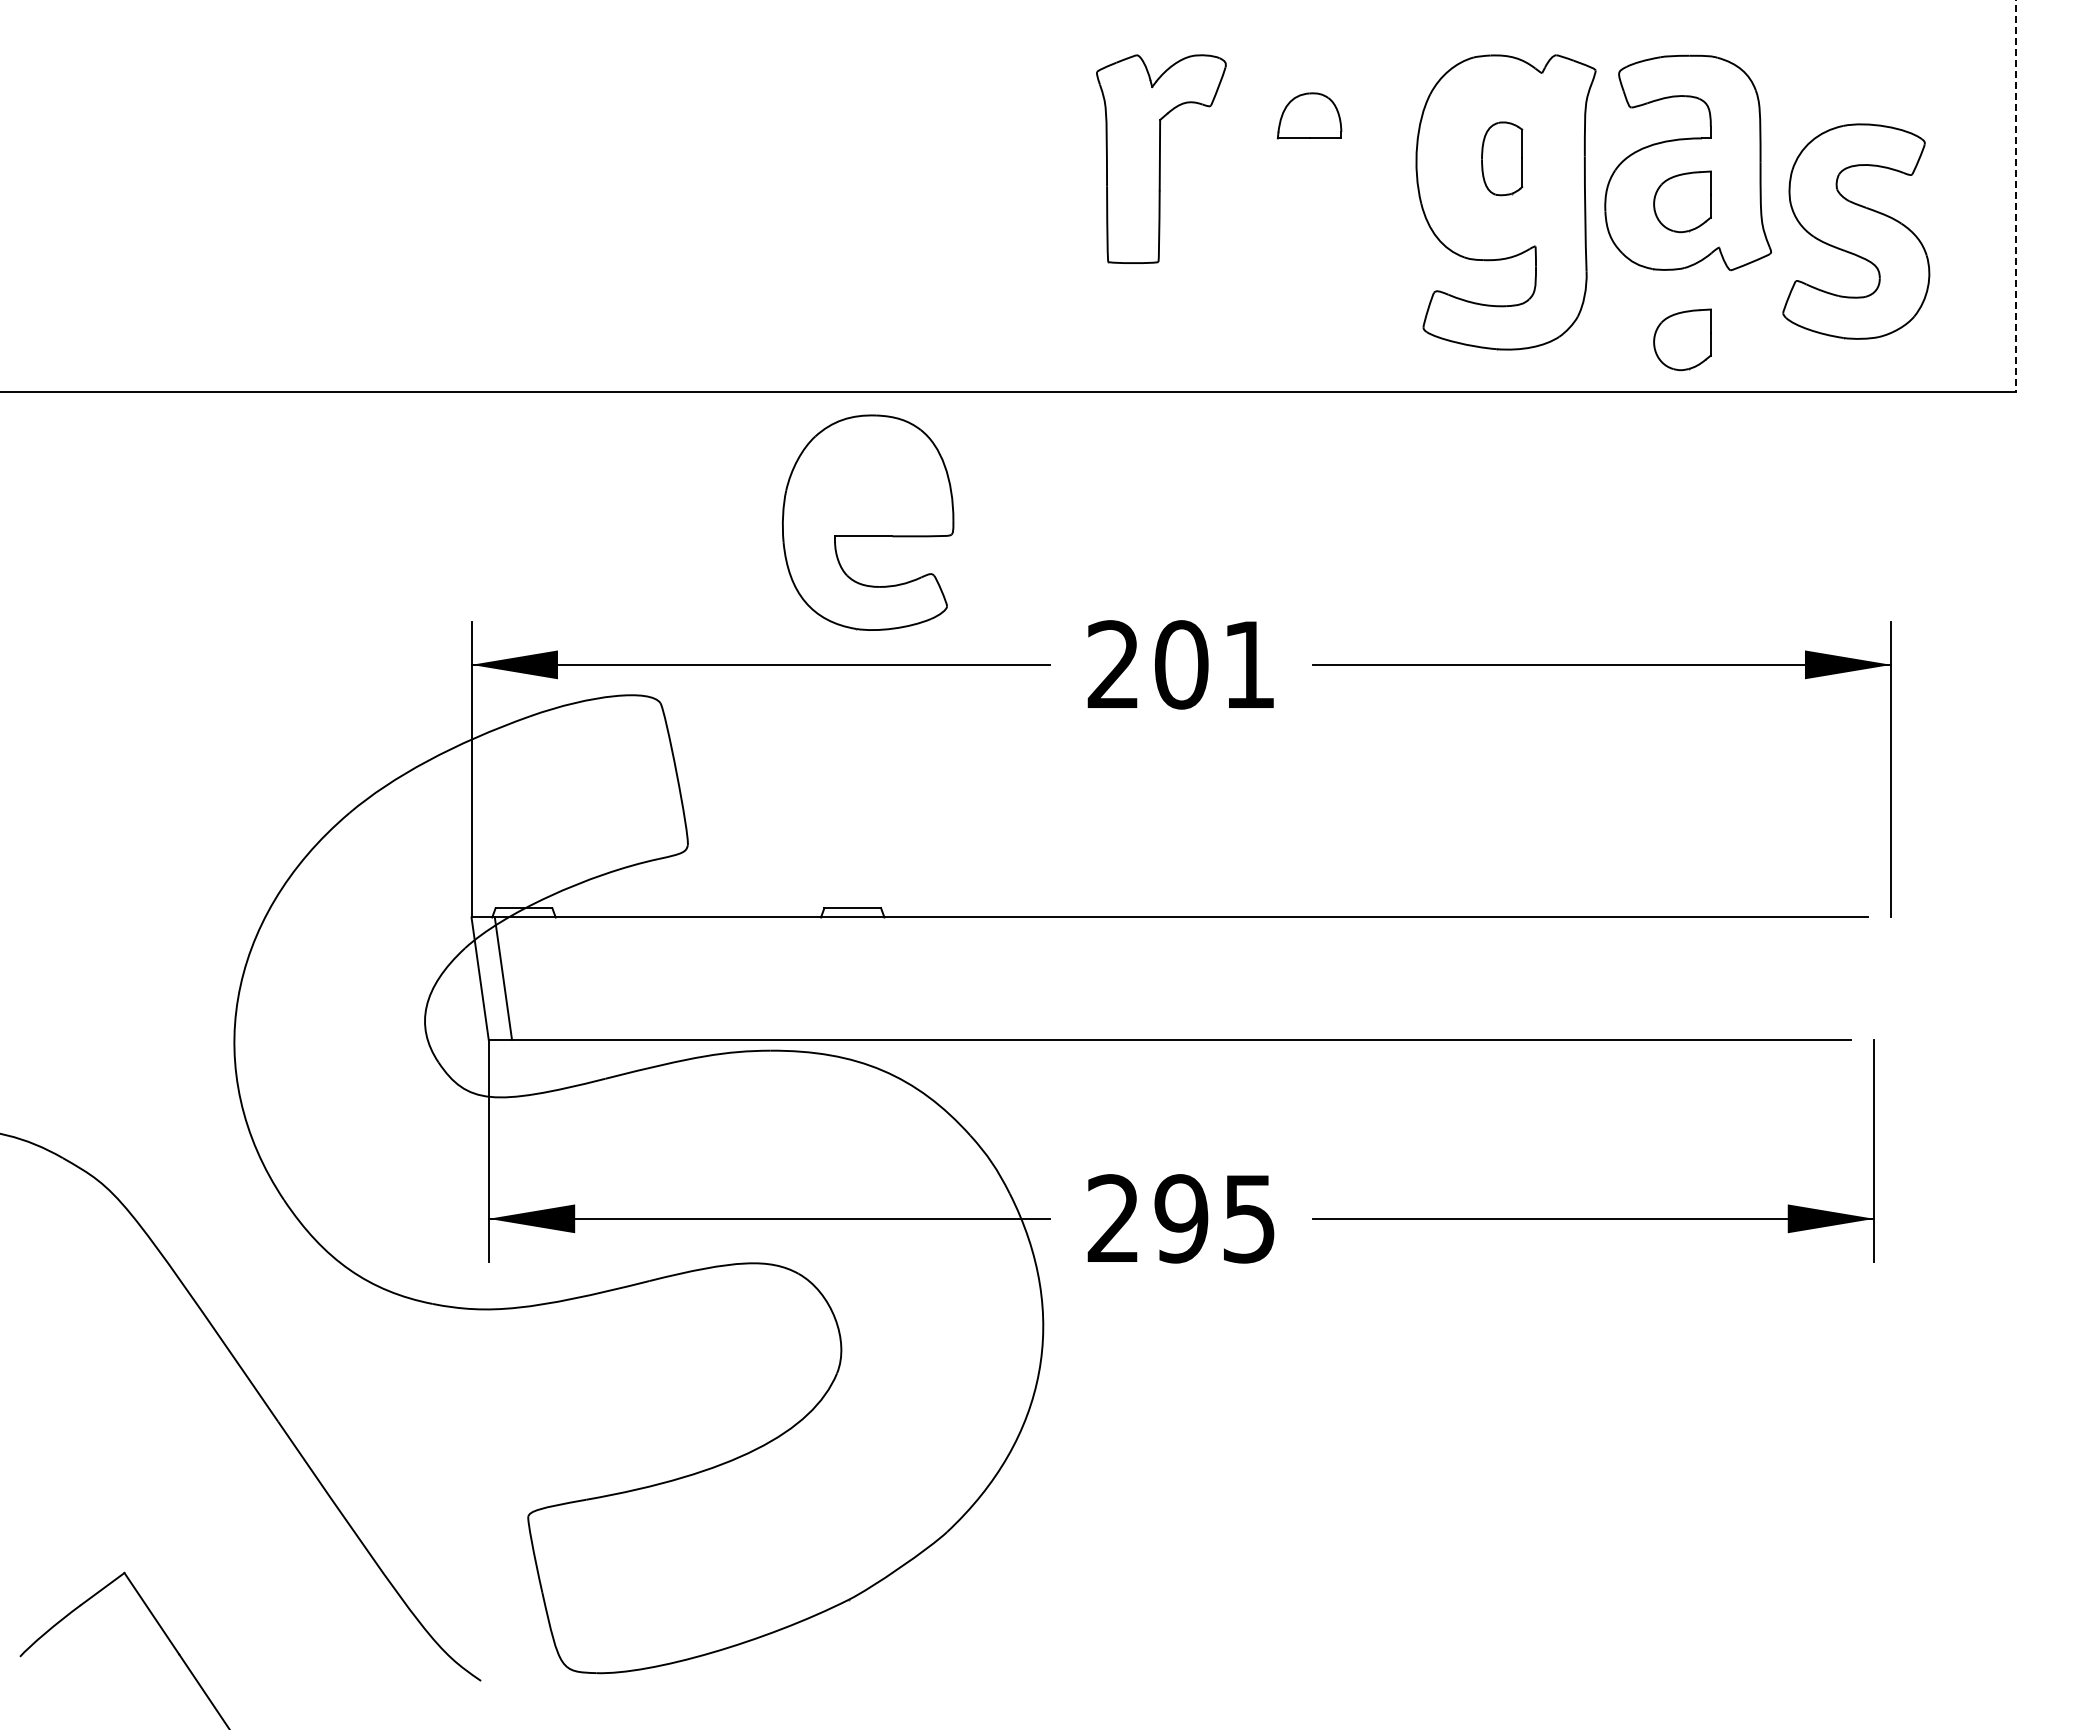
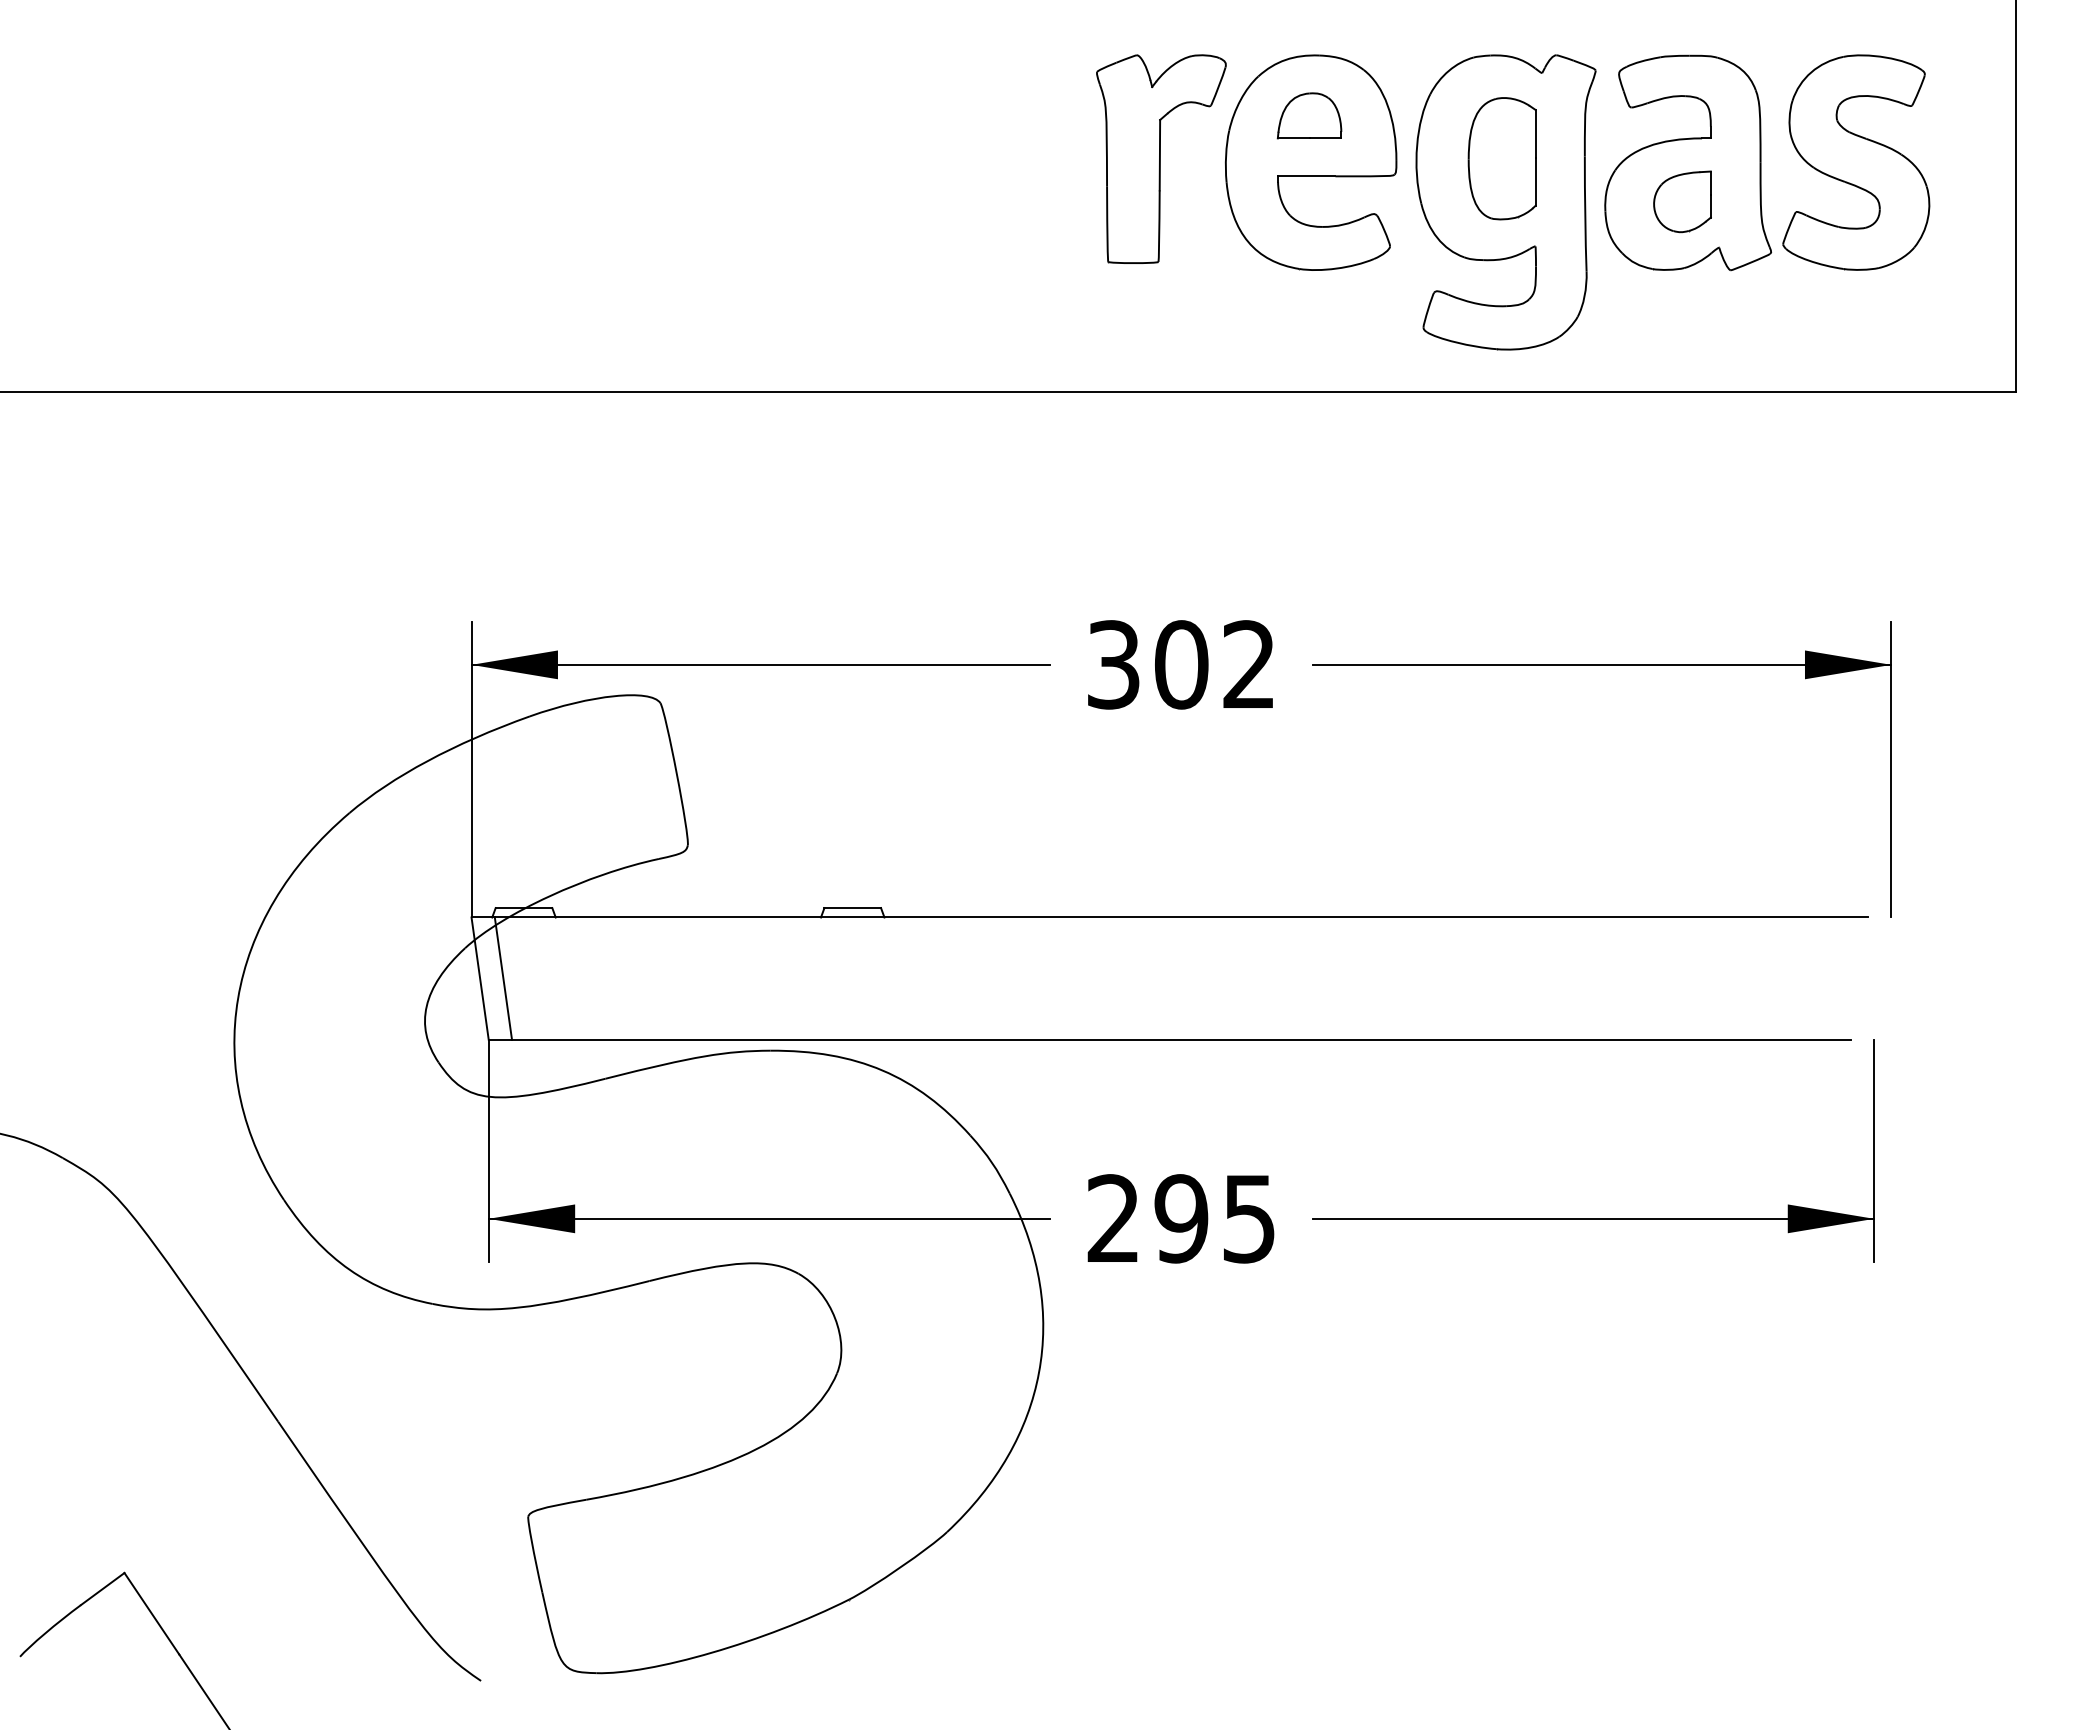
part at (1502, 158) size: 43x76 px -> 70x124 px
line at (2015, 196): dashed -> solid
part at (1856, 231) position: (1856, 231) -> (1856, 162)
part at (1682, 339): present -> none
part at (868, 522) position: (868, 522) -> (1311, 162)
text at (1180, 664): 201 -> 302
